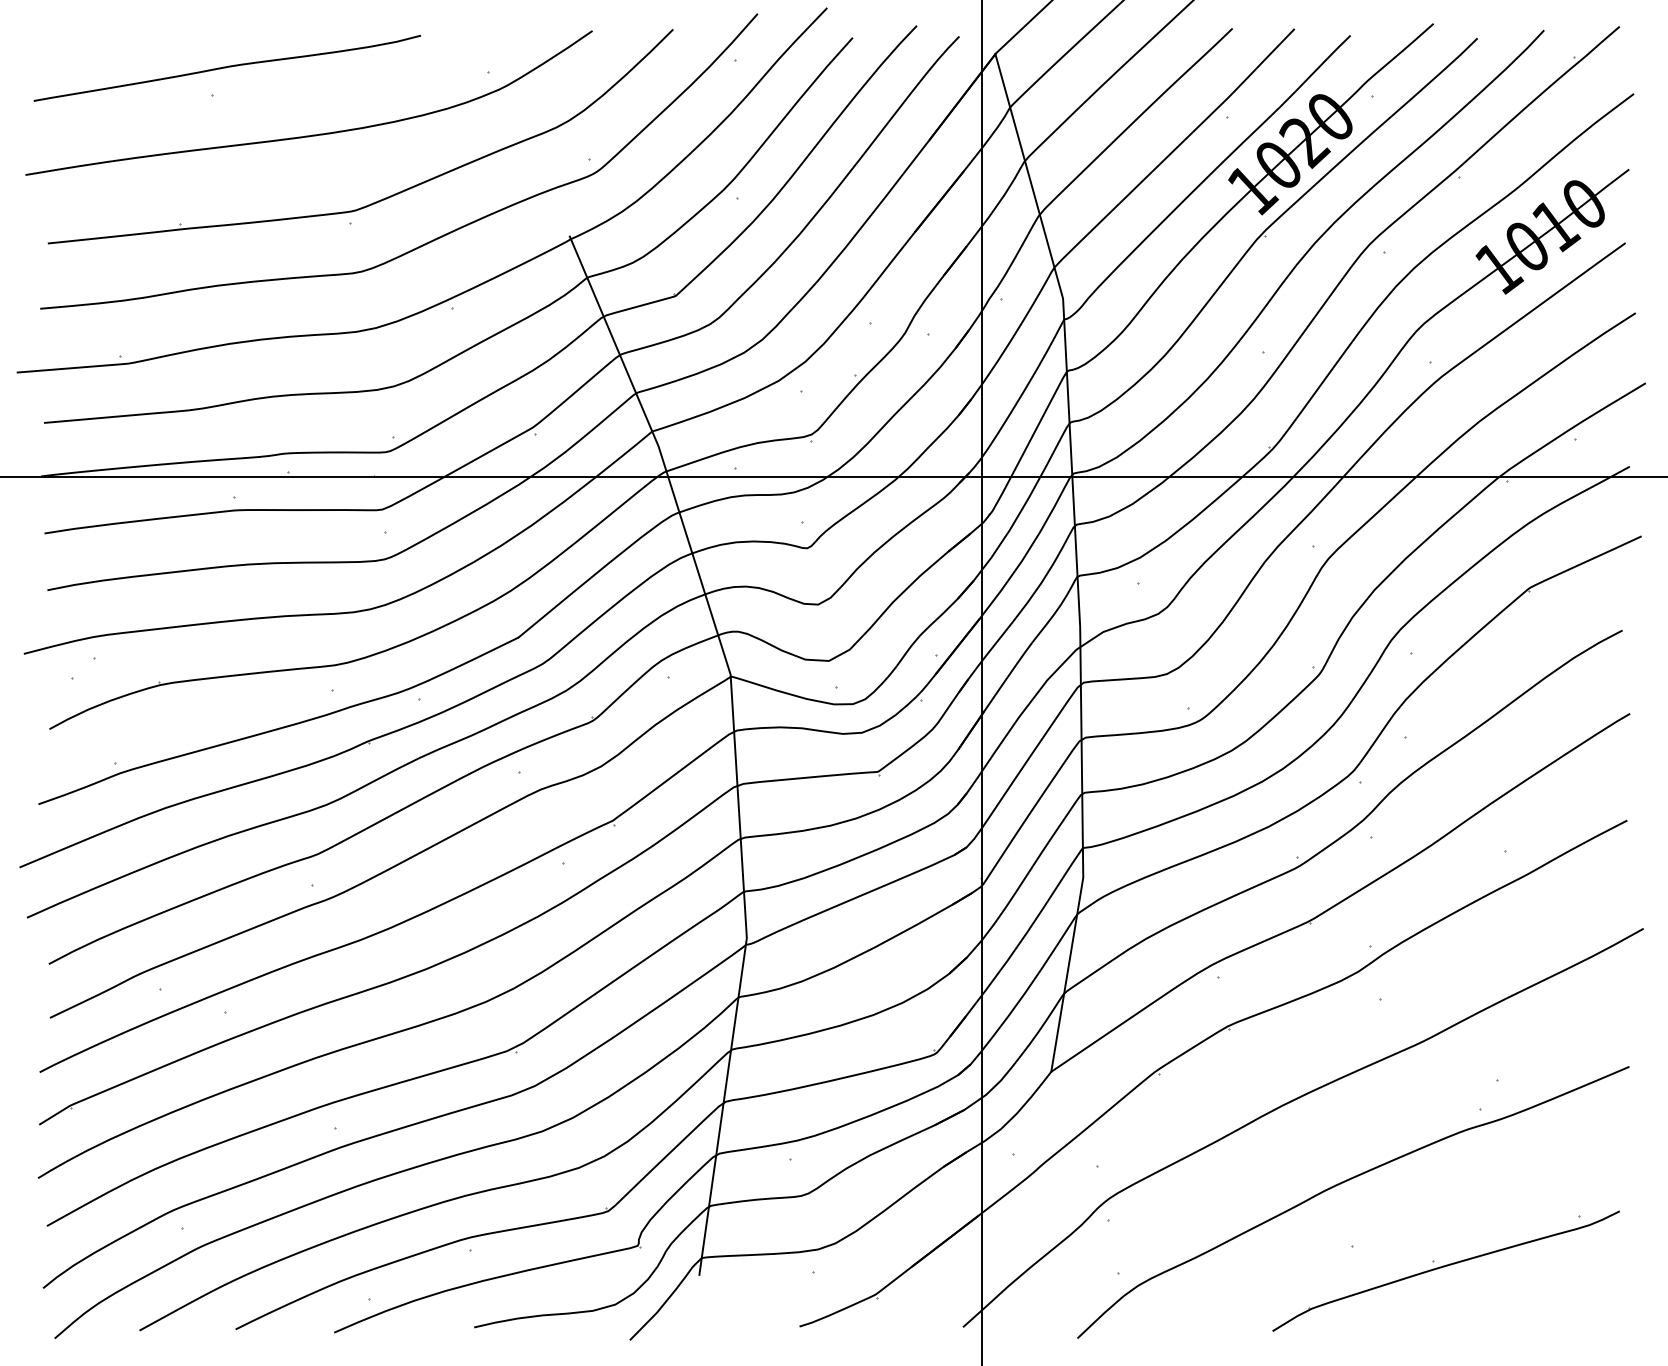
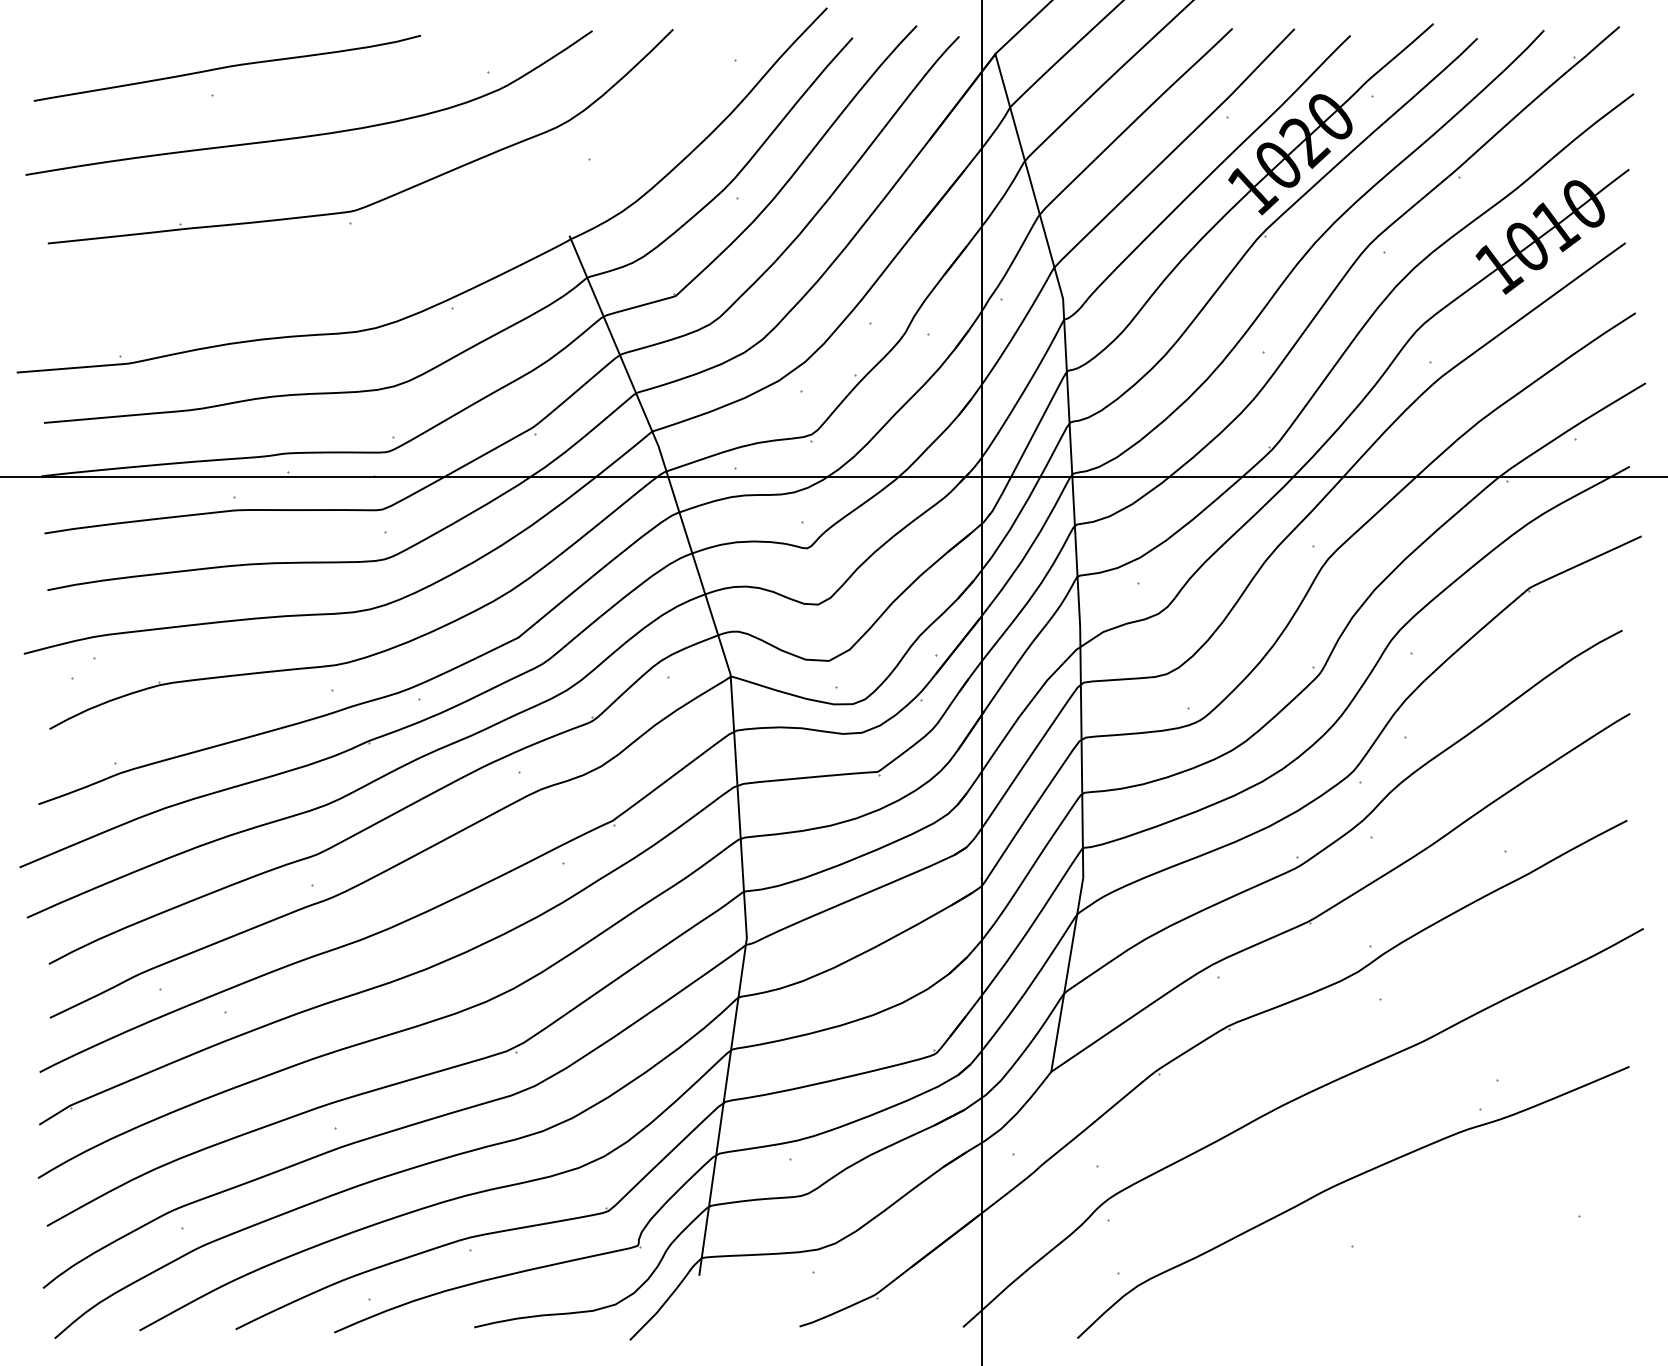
curve at (430, 240): present -> none
part at (1445, 1270): present -> none
